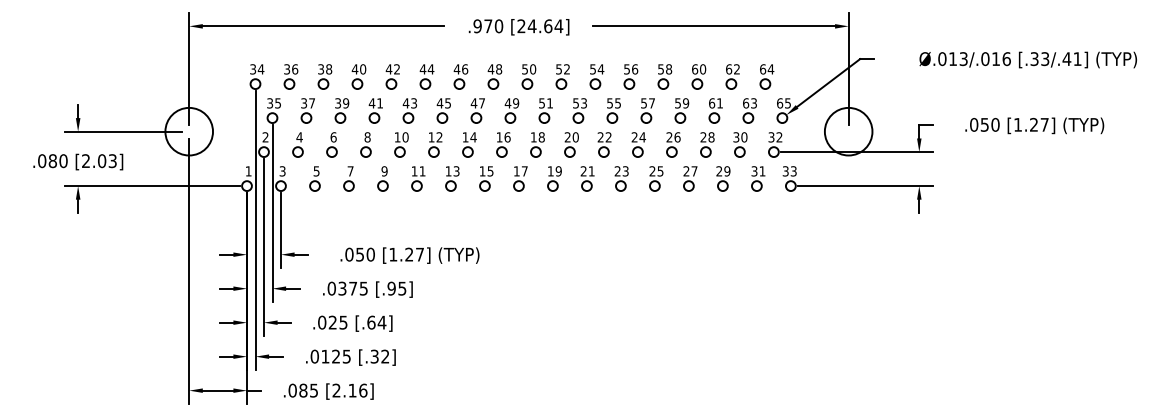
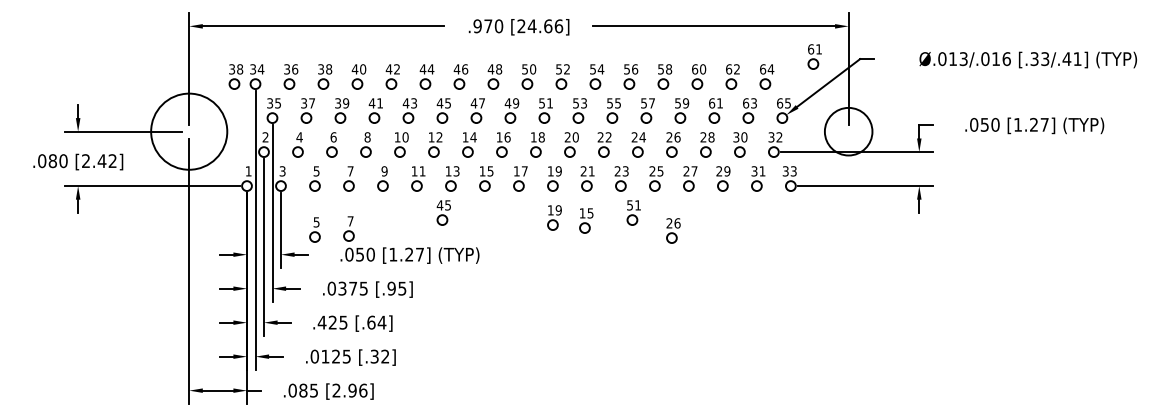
text at (558, 26): [24.64] -> [24.66]
part at (814, 56): none -> present
part at (235, 76): none -> present
circle at (189, 131) diameter: 48 px -> 76 px
text at (106, 161): [2.03] -> [2.42]
part at (443, 212): none -> present
part at (633, 212): none -> present
part at (554, 217): none -> present
part at (586, 220): none -> present
part at (348, 228): none -> present
part at (314, 229): none -> present
part at (673, 230): none -> present
text at (321, 322): .025 -> .425
text at (352, 390): [2.16] -> [2.96]
